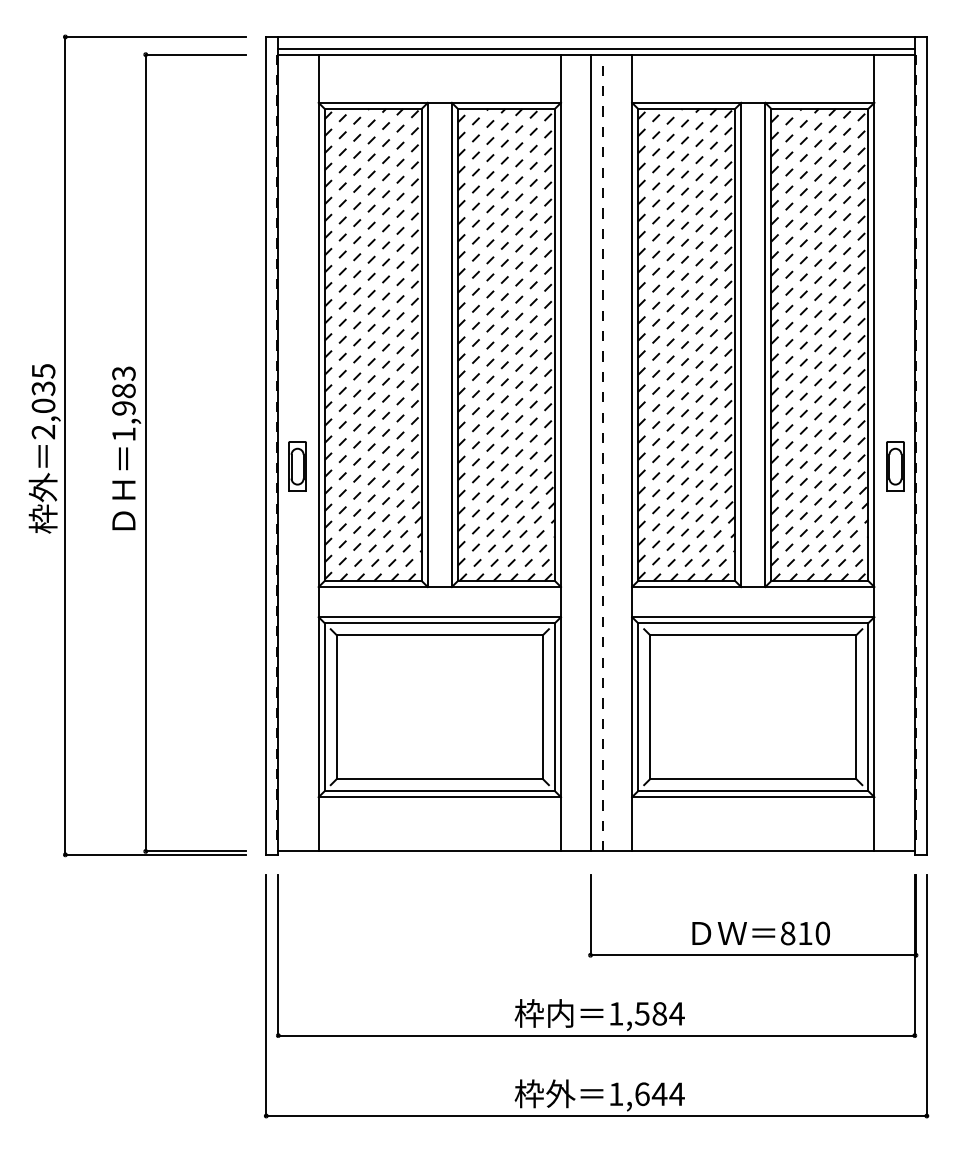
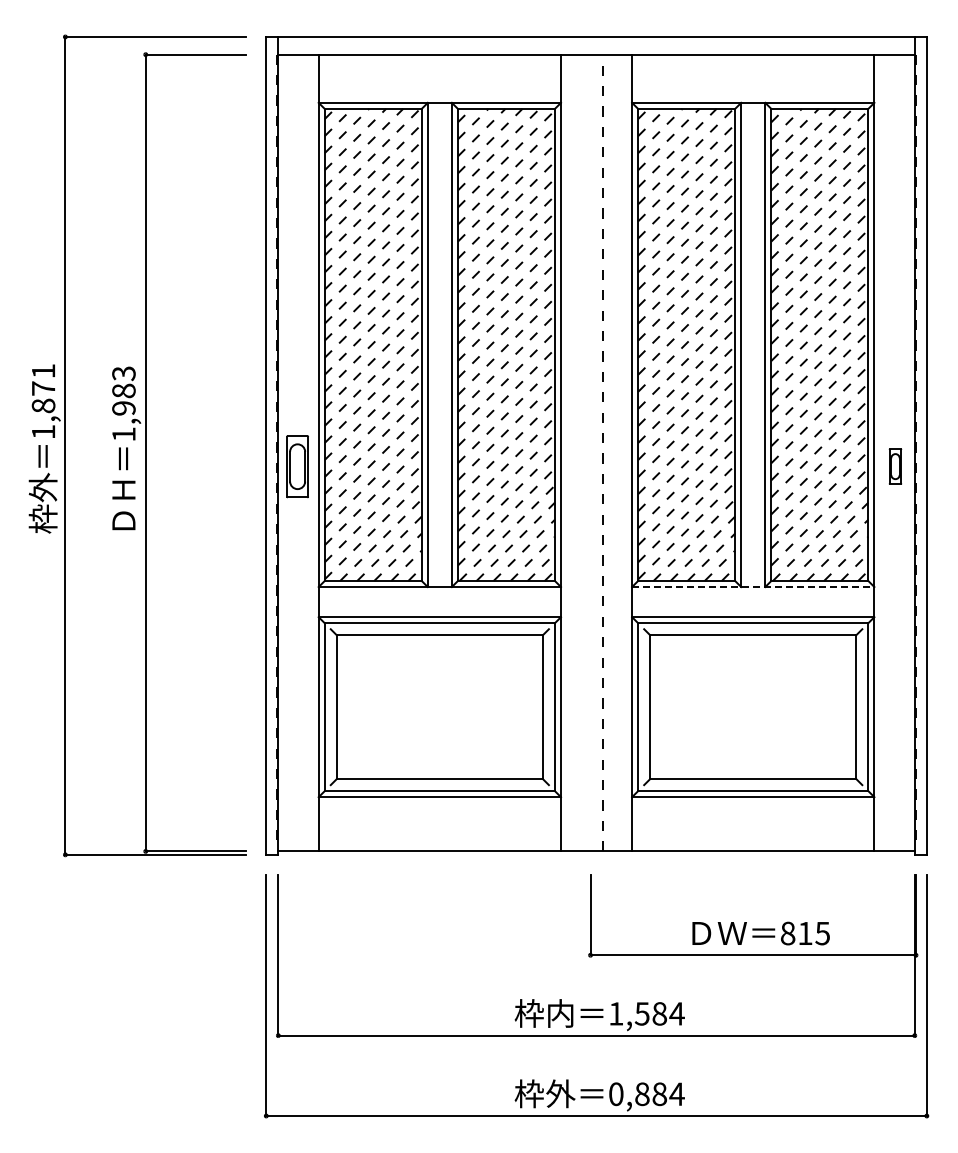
line at (596, 49): present -> none
text at (43, 401): 2,035 -> 1,871
line at (590, 452): present -> none
part at (297, 466) size: 19x51 px -> 23x64 px
part at (895, 466) size: 19x51 px -> 15x37 px
line at (753, 587): solid -> dashed
text at (822, 933): 810 -> 815
text at (638, 1094): 1,644 -> 0,884
